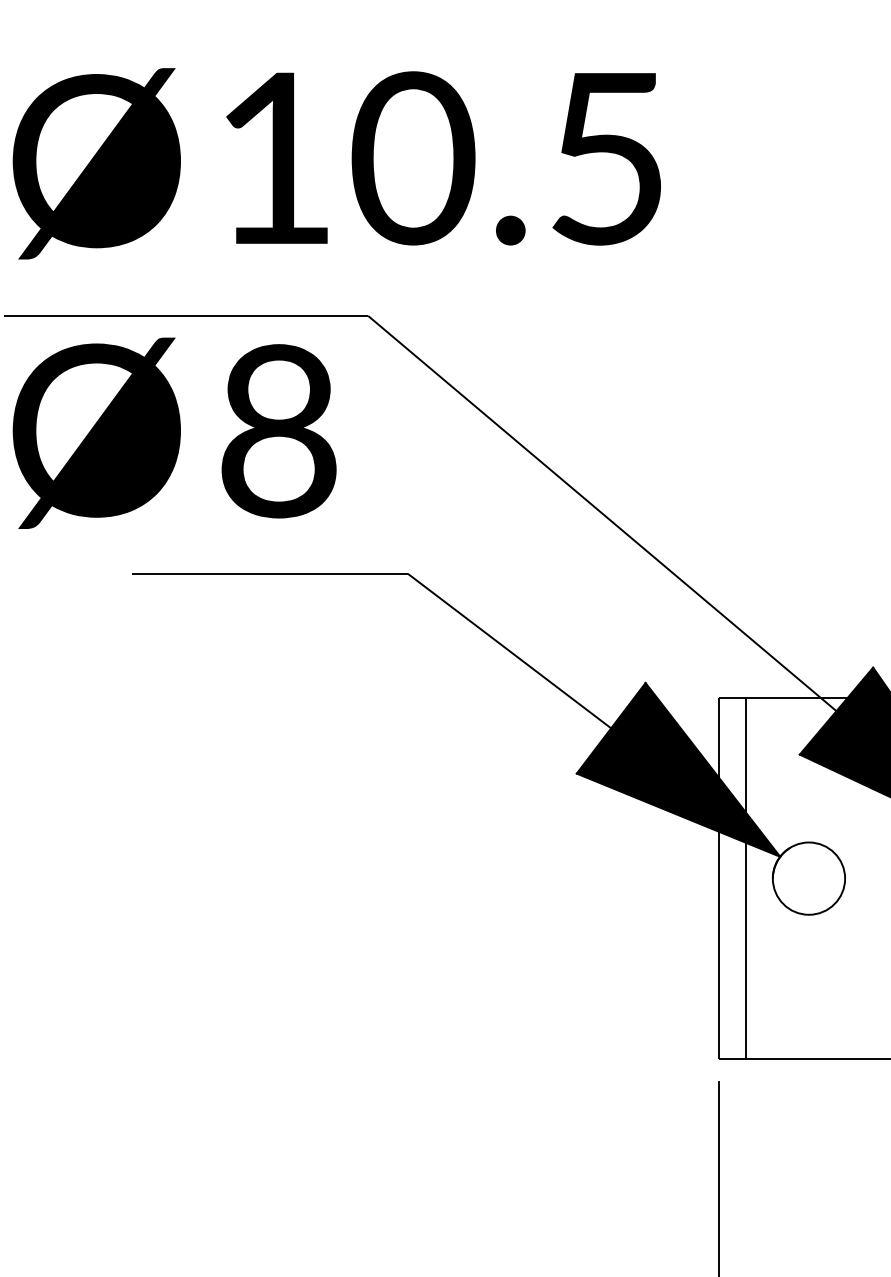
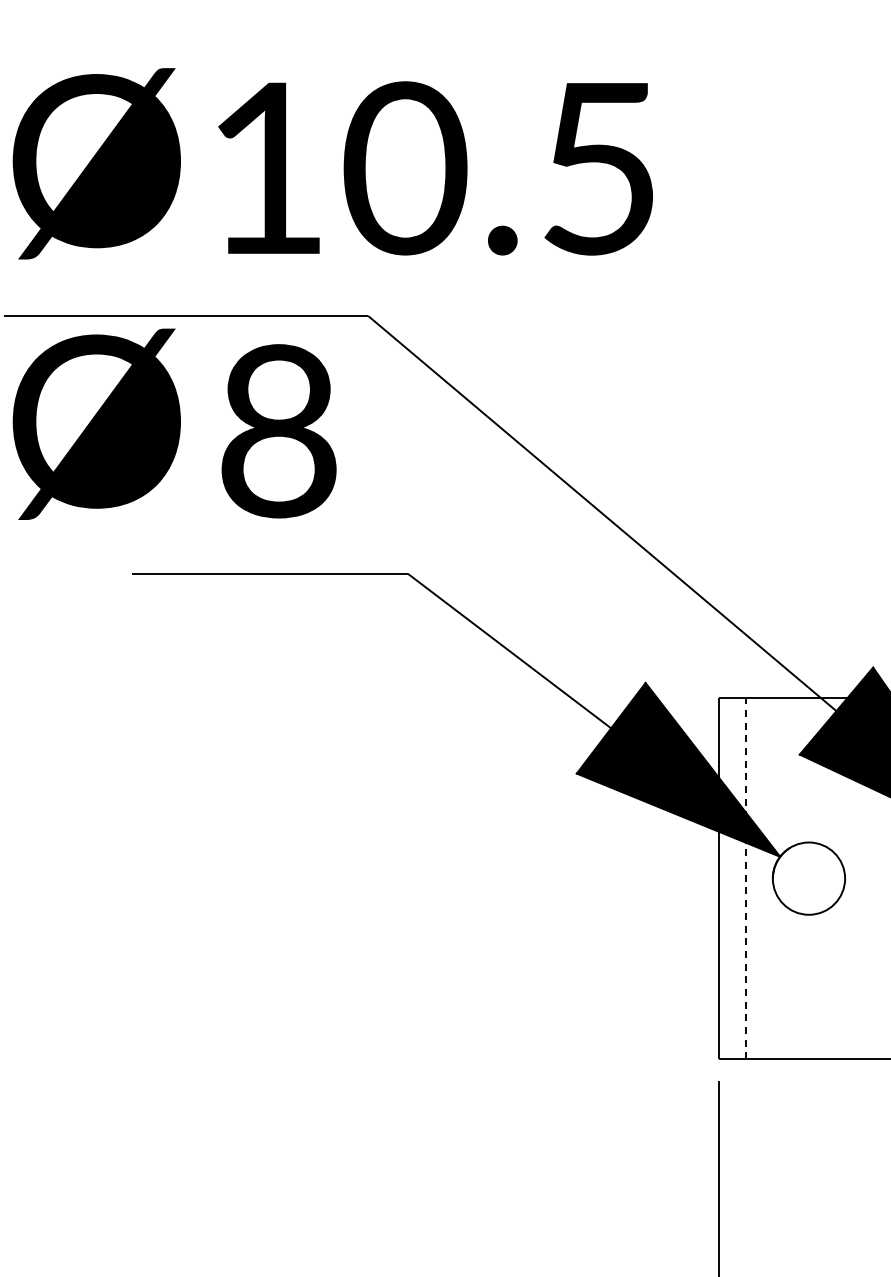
text at (443, 158) position: (443, 158) -> (435, 168)
text at (96, 432) position: (96, 432) -> (96, 423)
line at (745, 878): solid -> dashed
